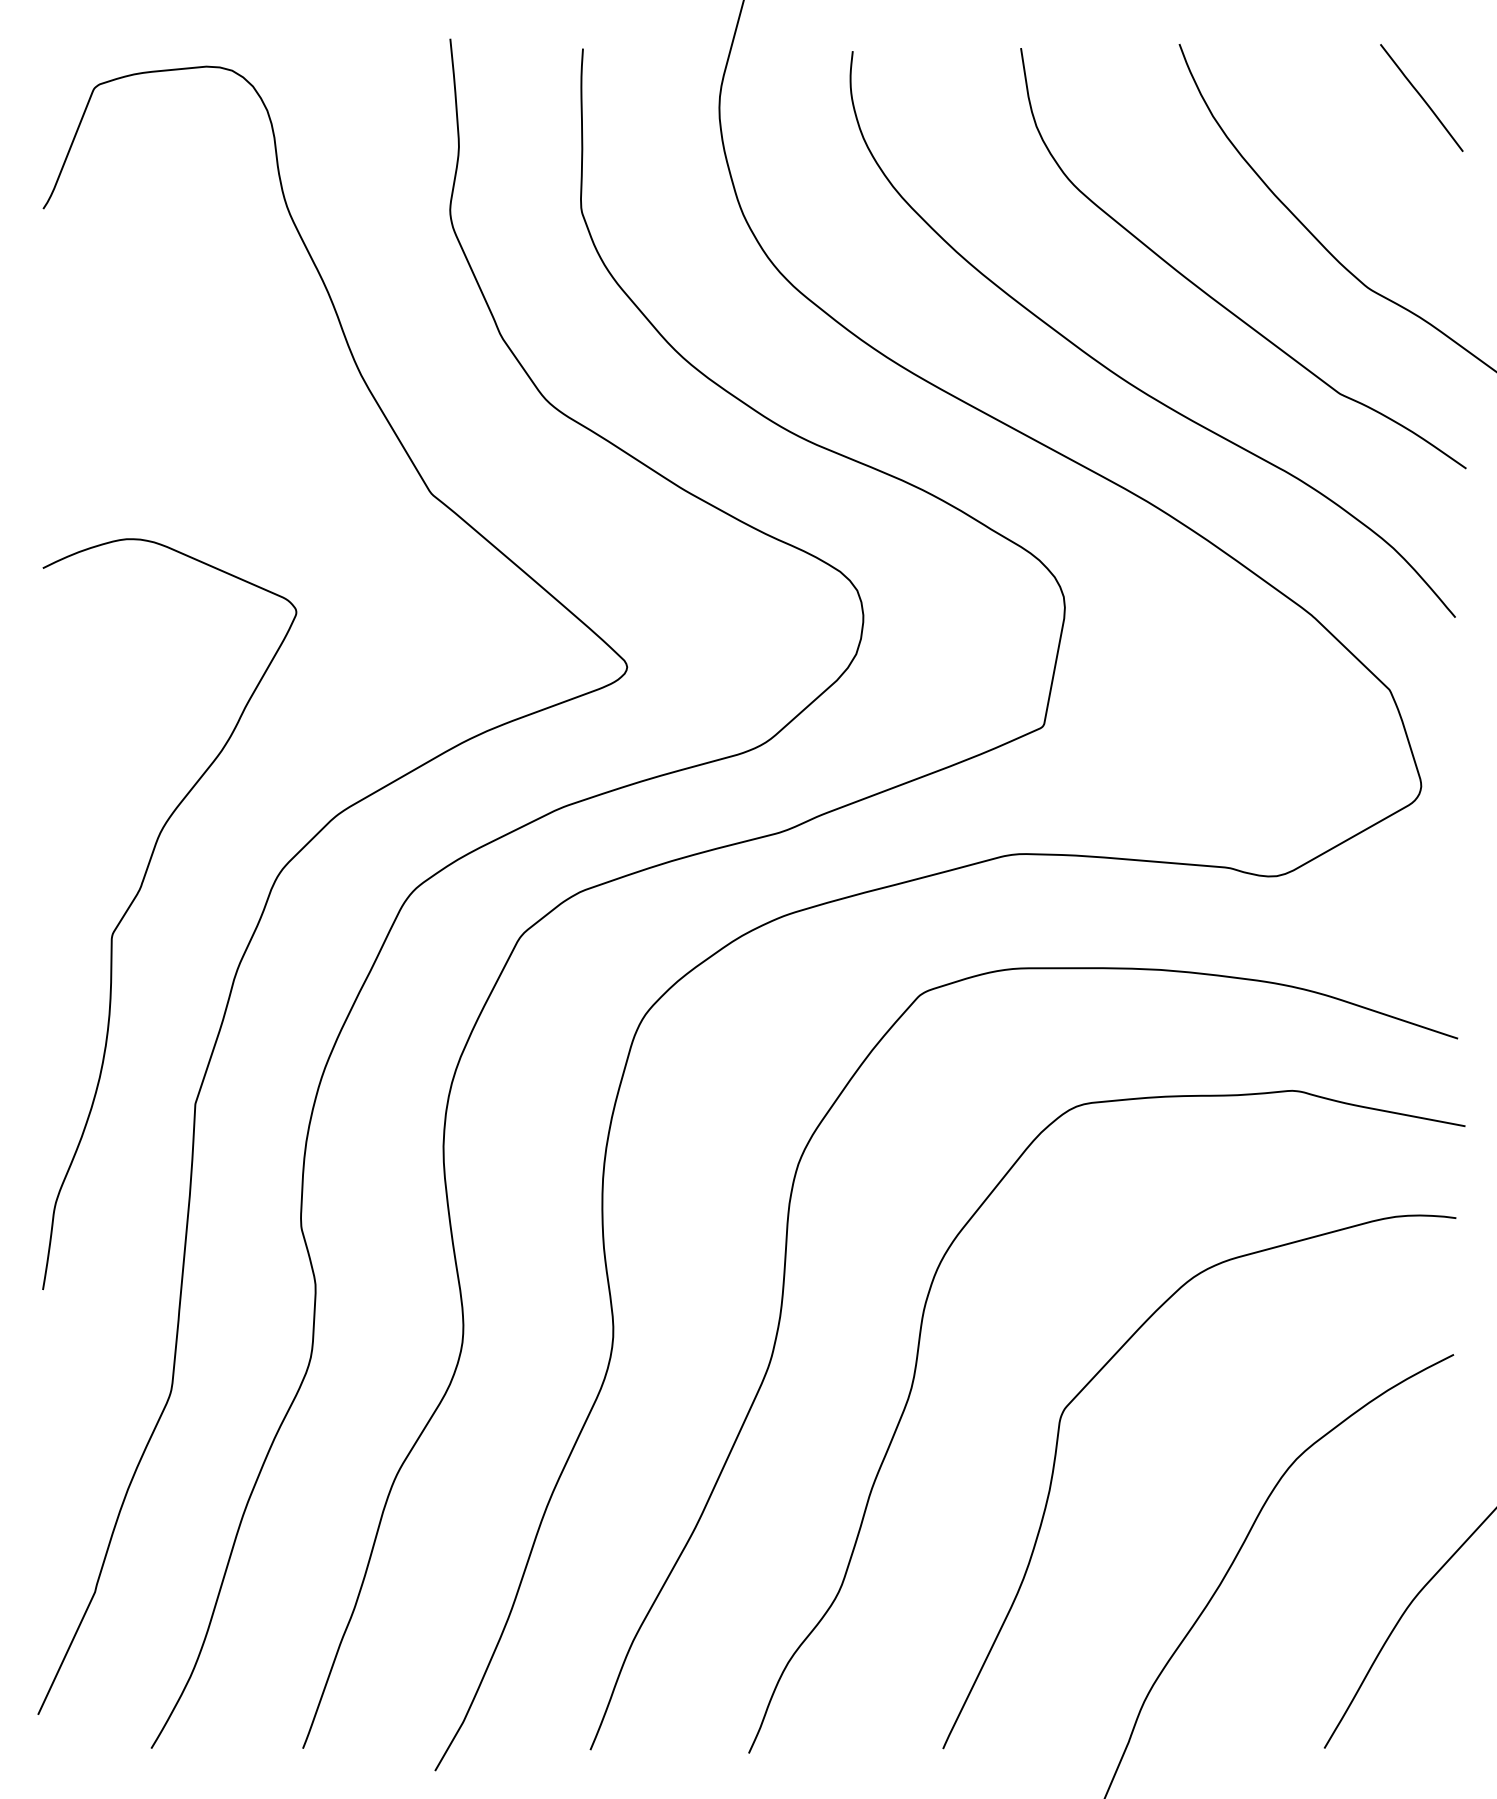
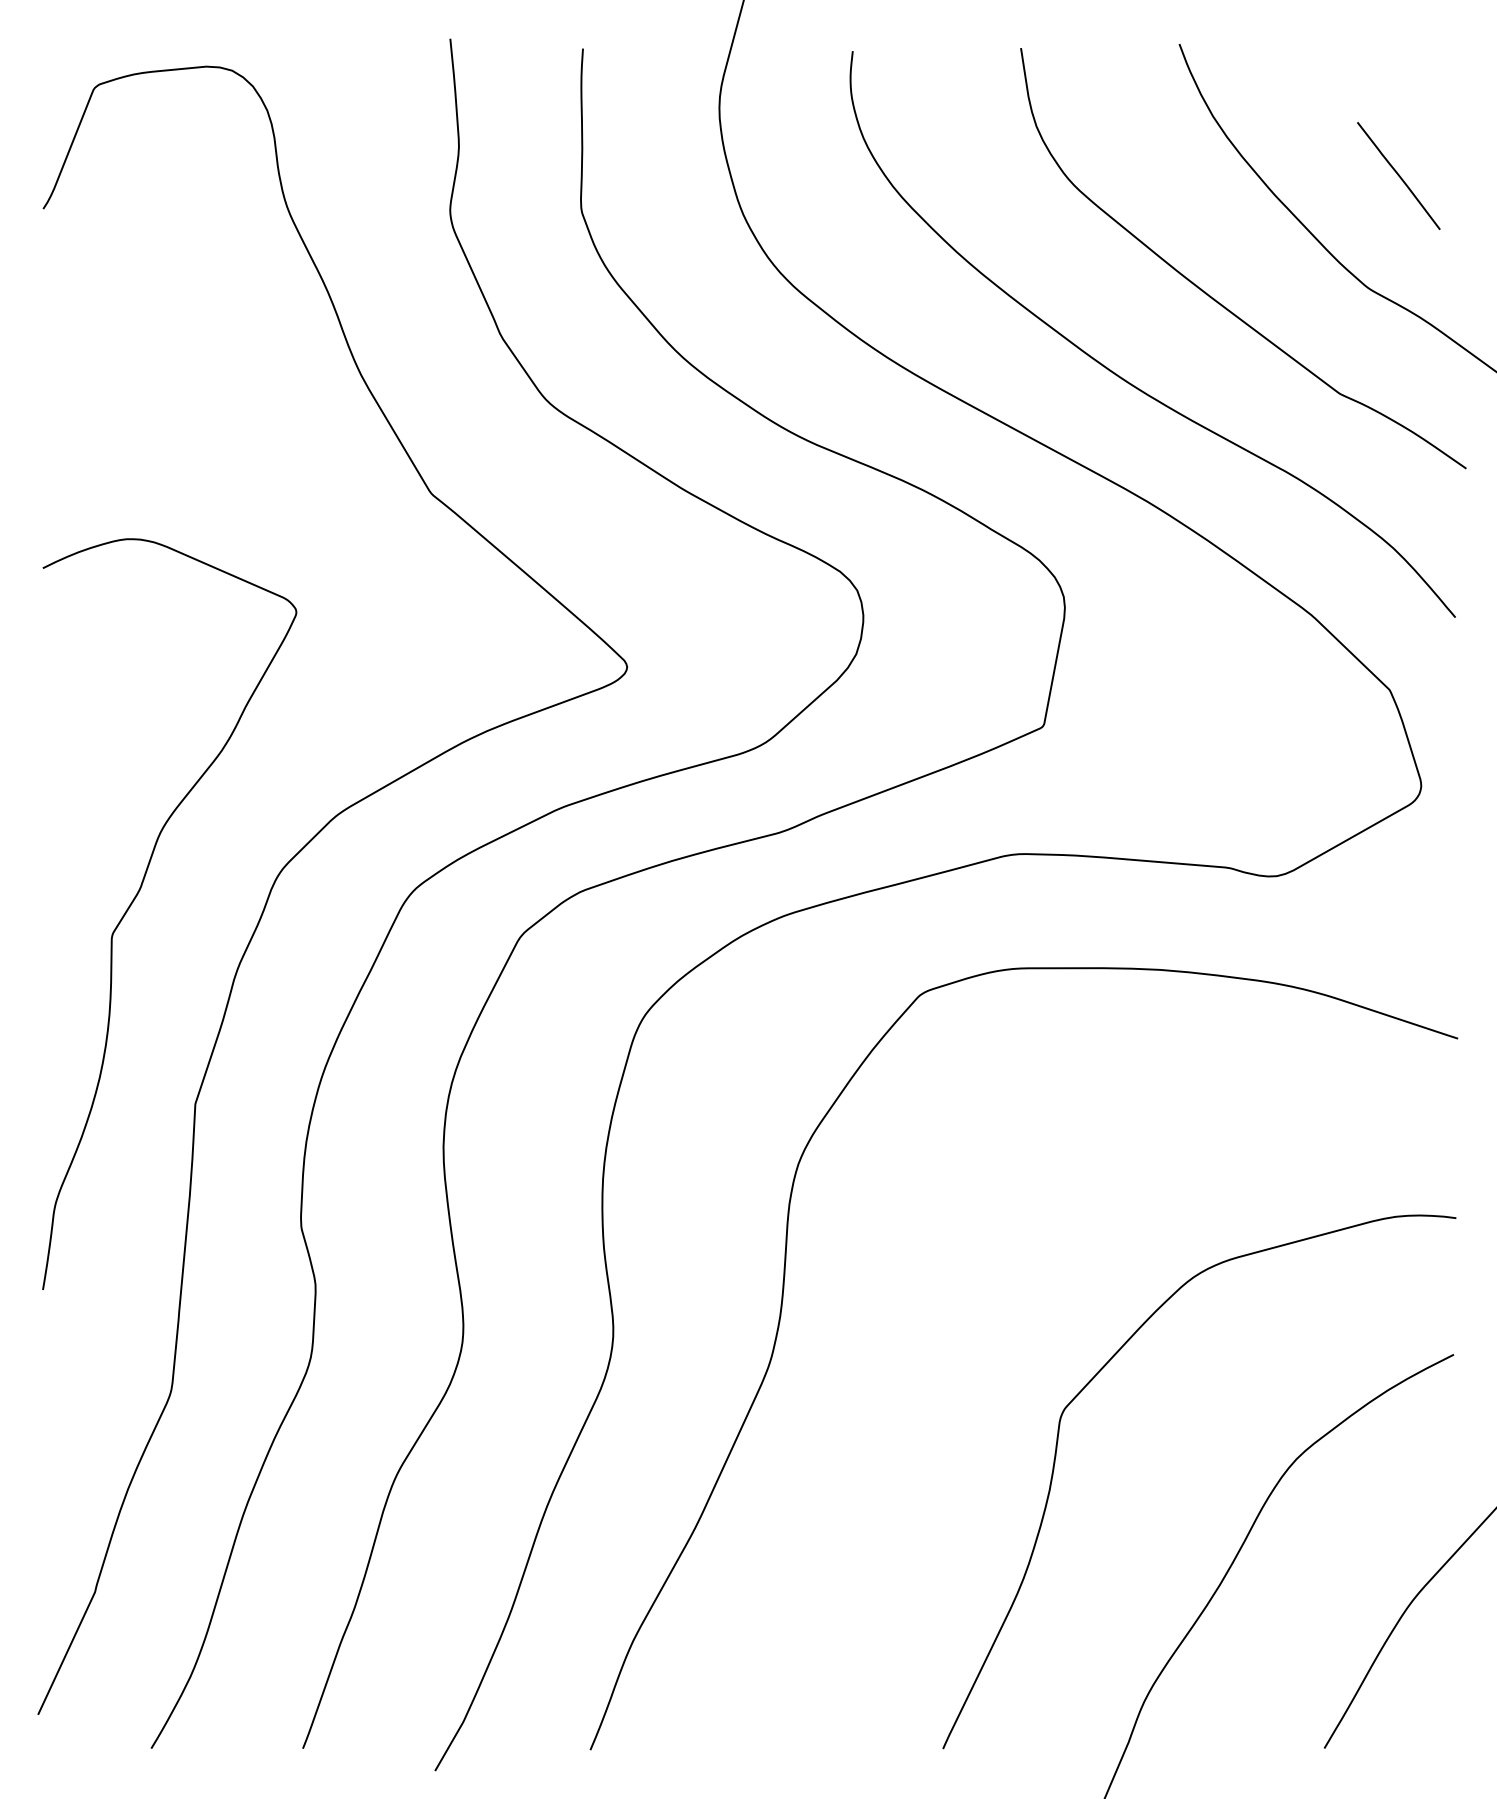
line at (1421, 97) position: (1421, 97) -> (1398, 175)
curve at (915, 1376): present -> none
